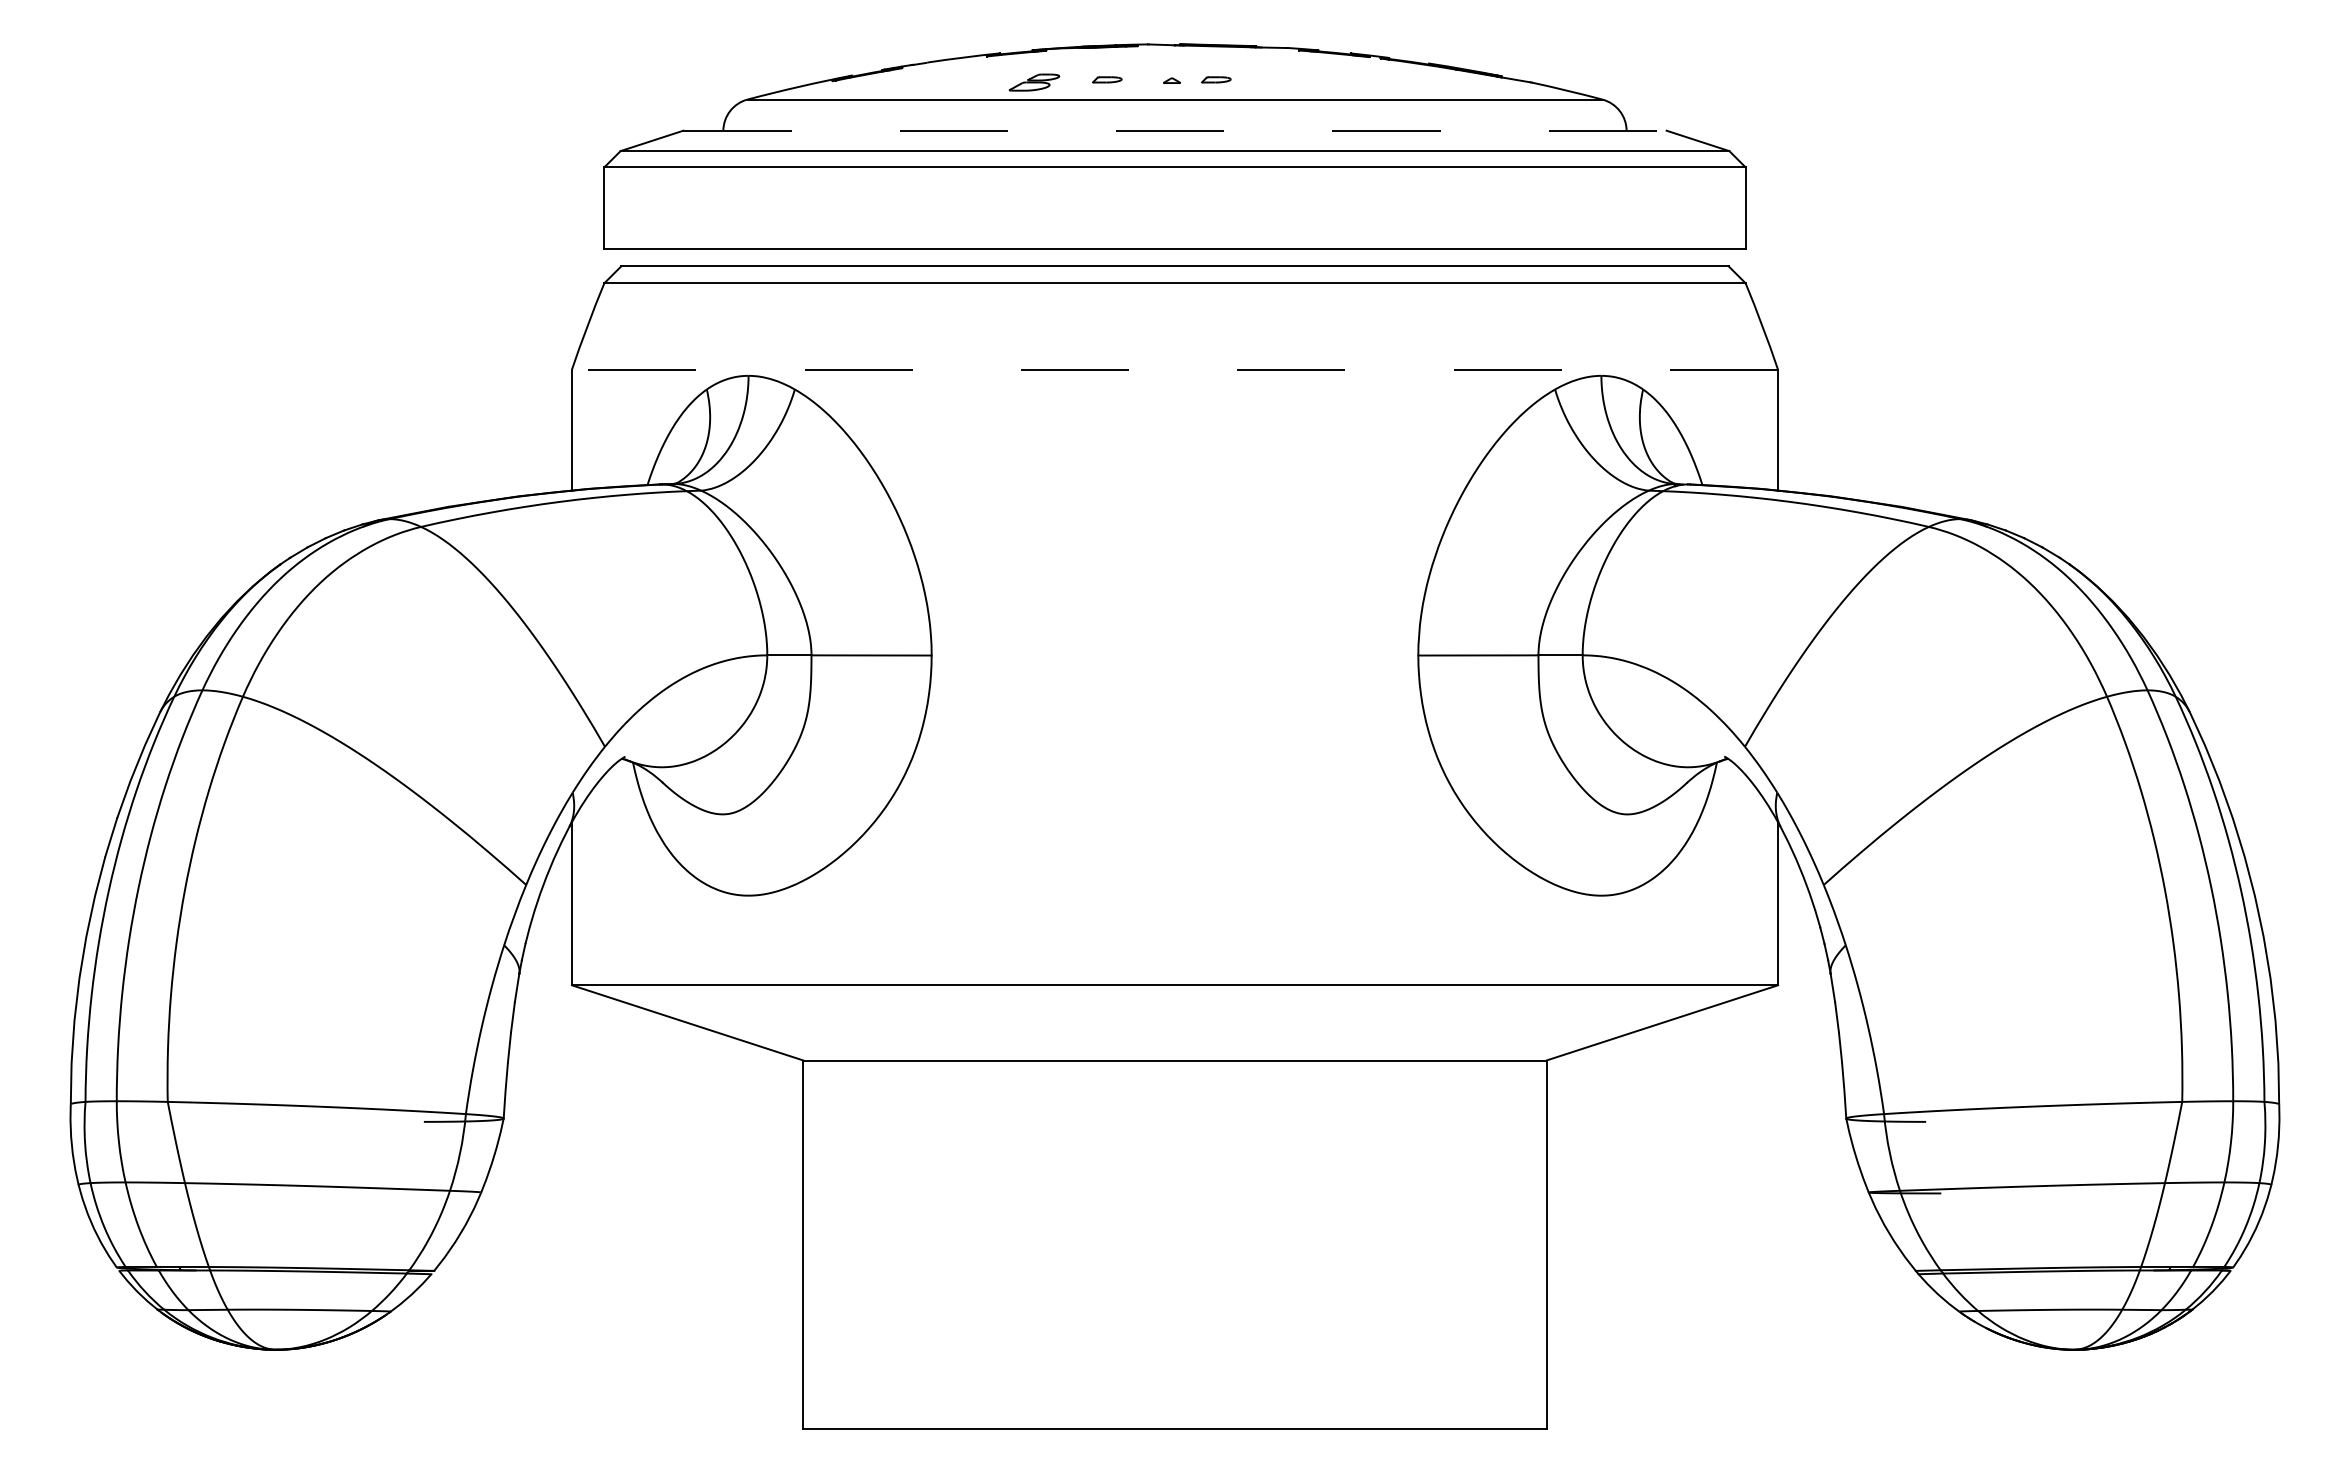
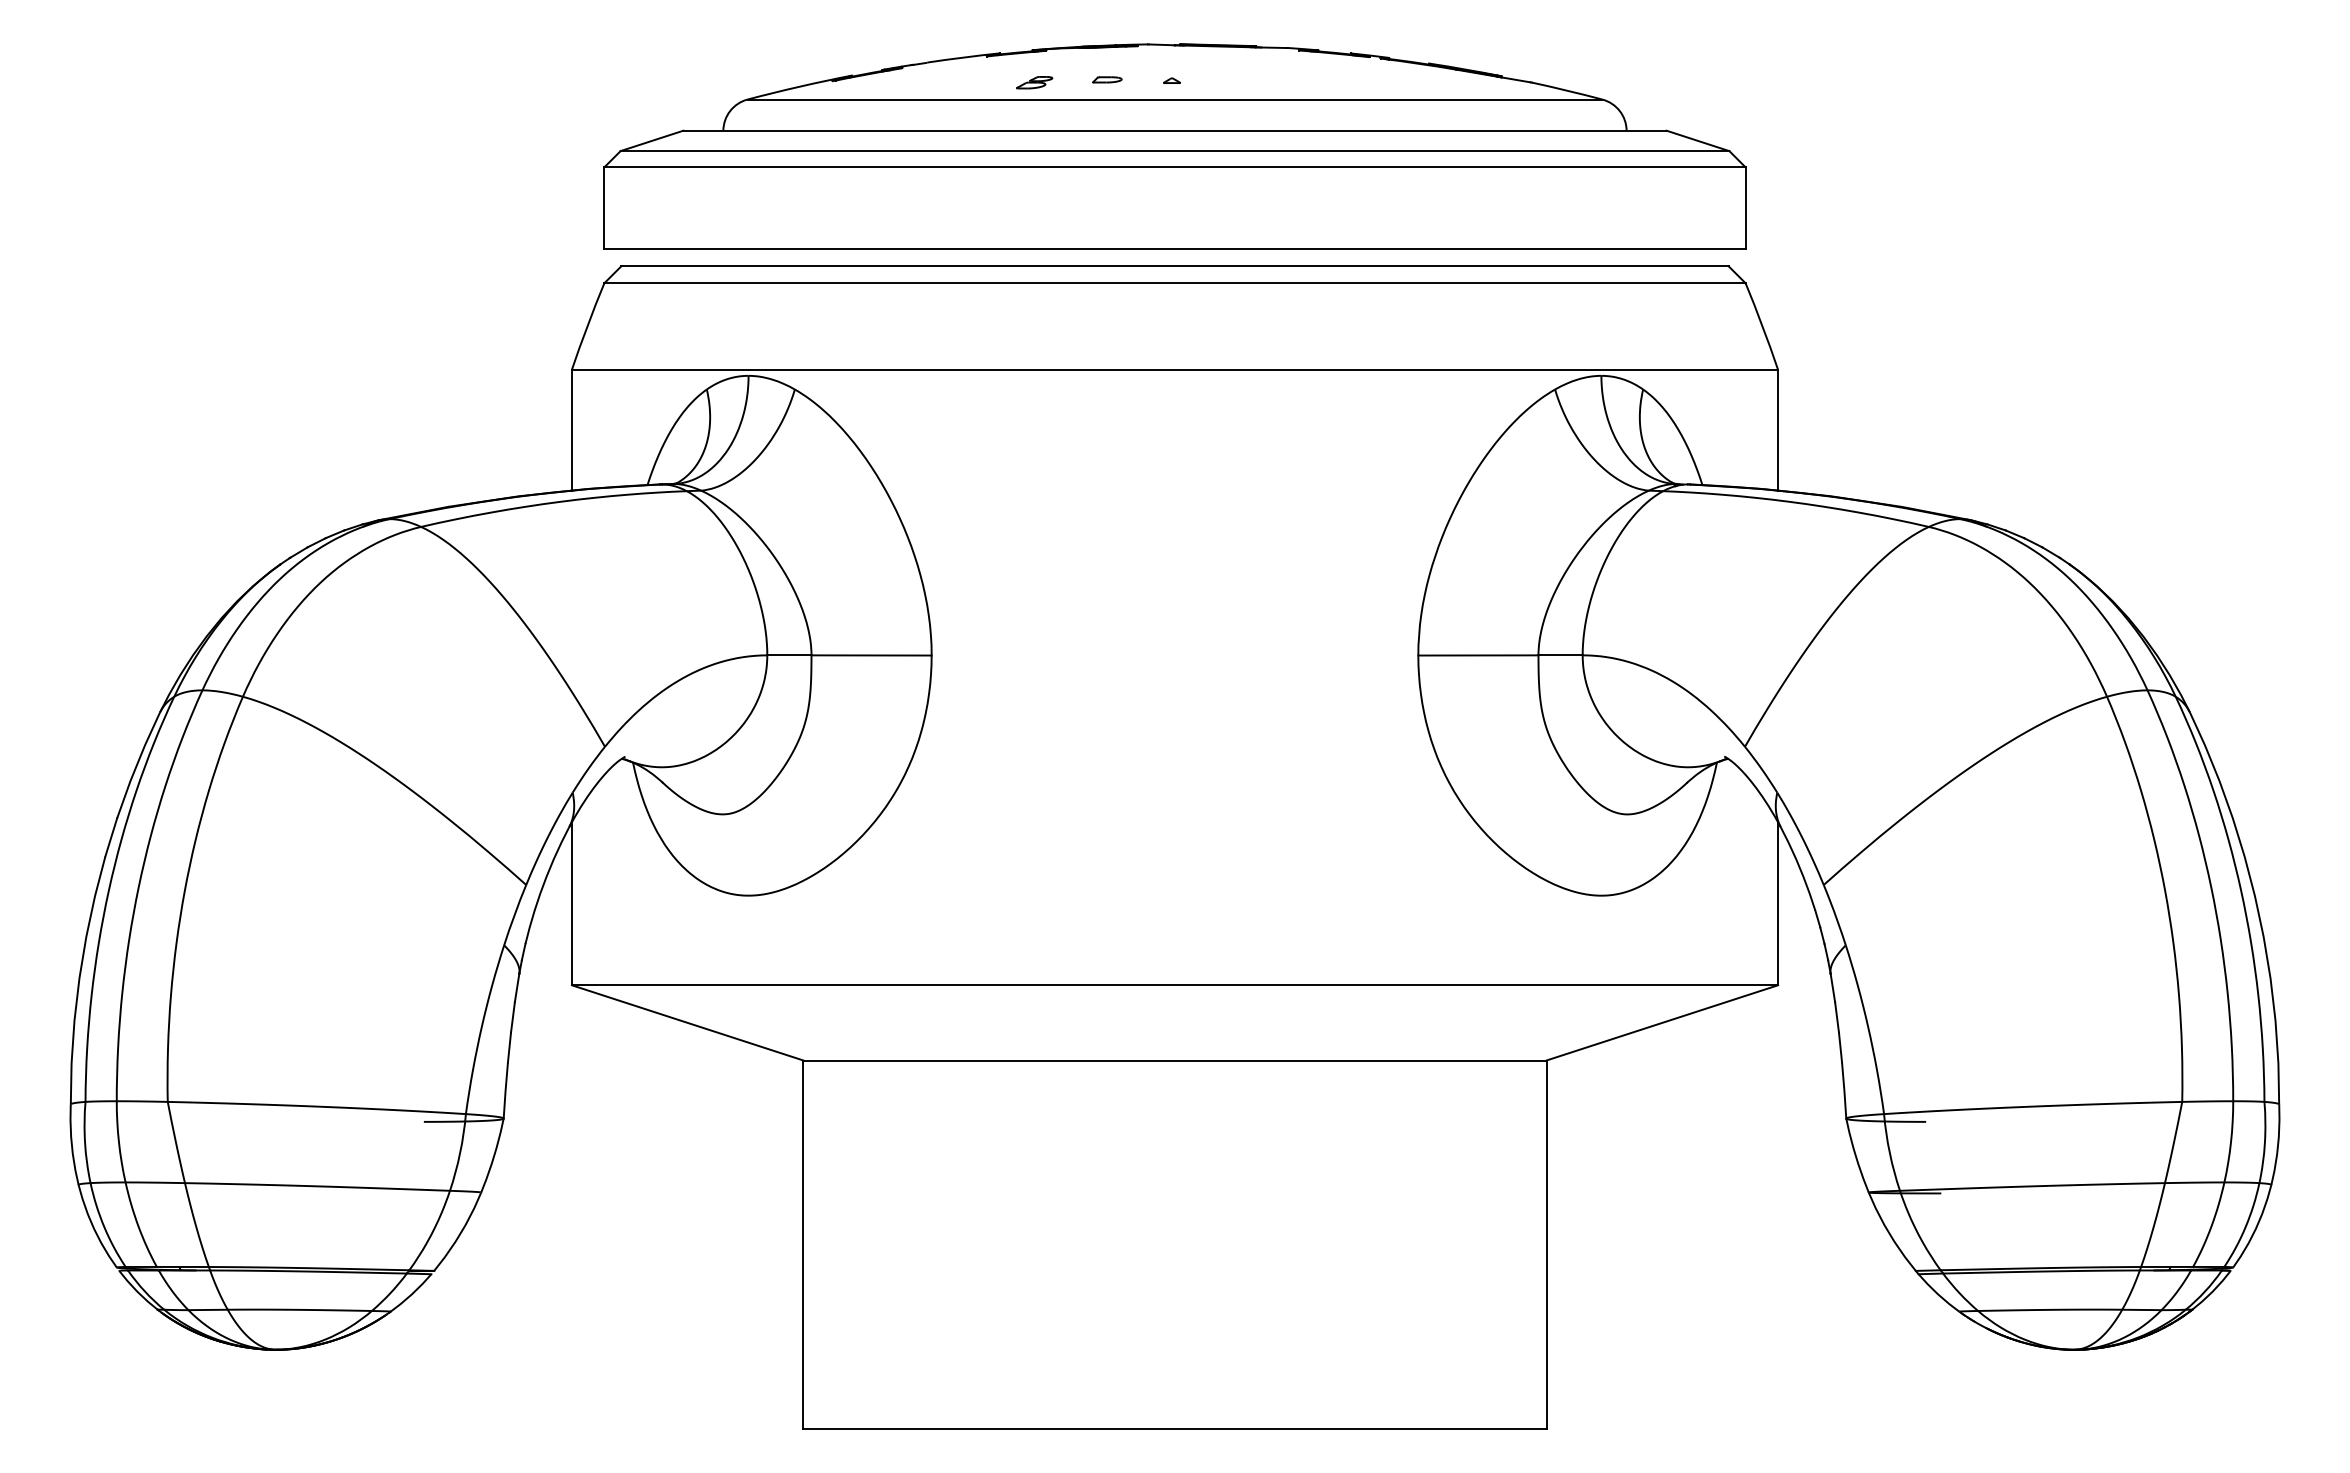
part at (1216, 79): present -> none
part at (1034, 82) size: 53x19 px -> 38x14 px
line at (1175, 130): dashed -> solid
line at (1174, 369): dashed -> solid
